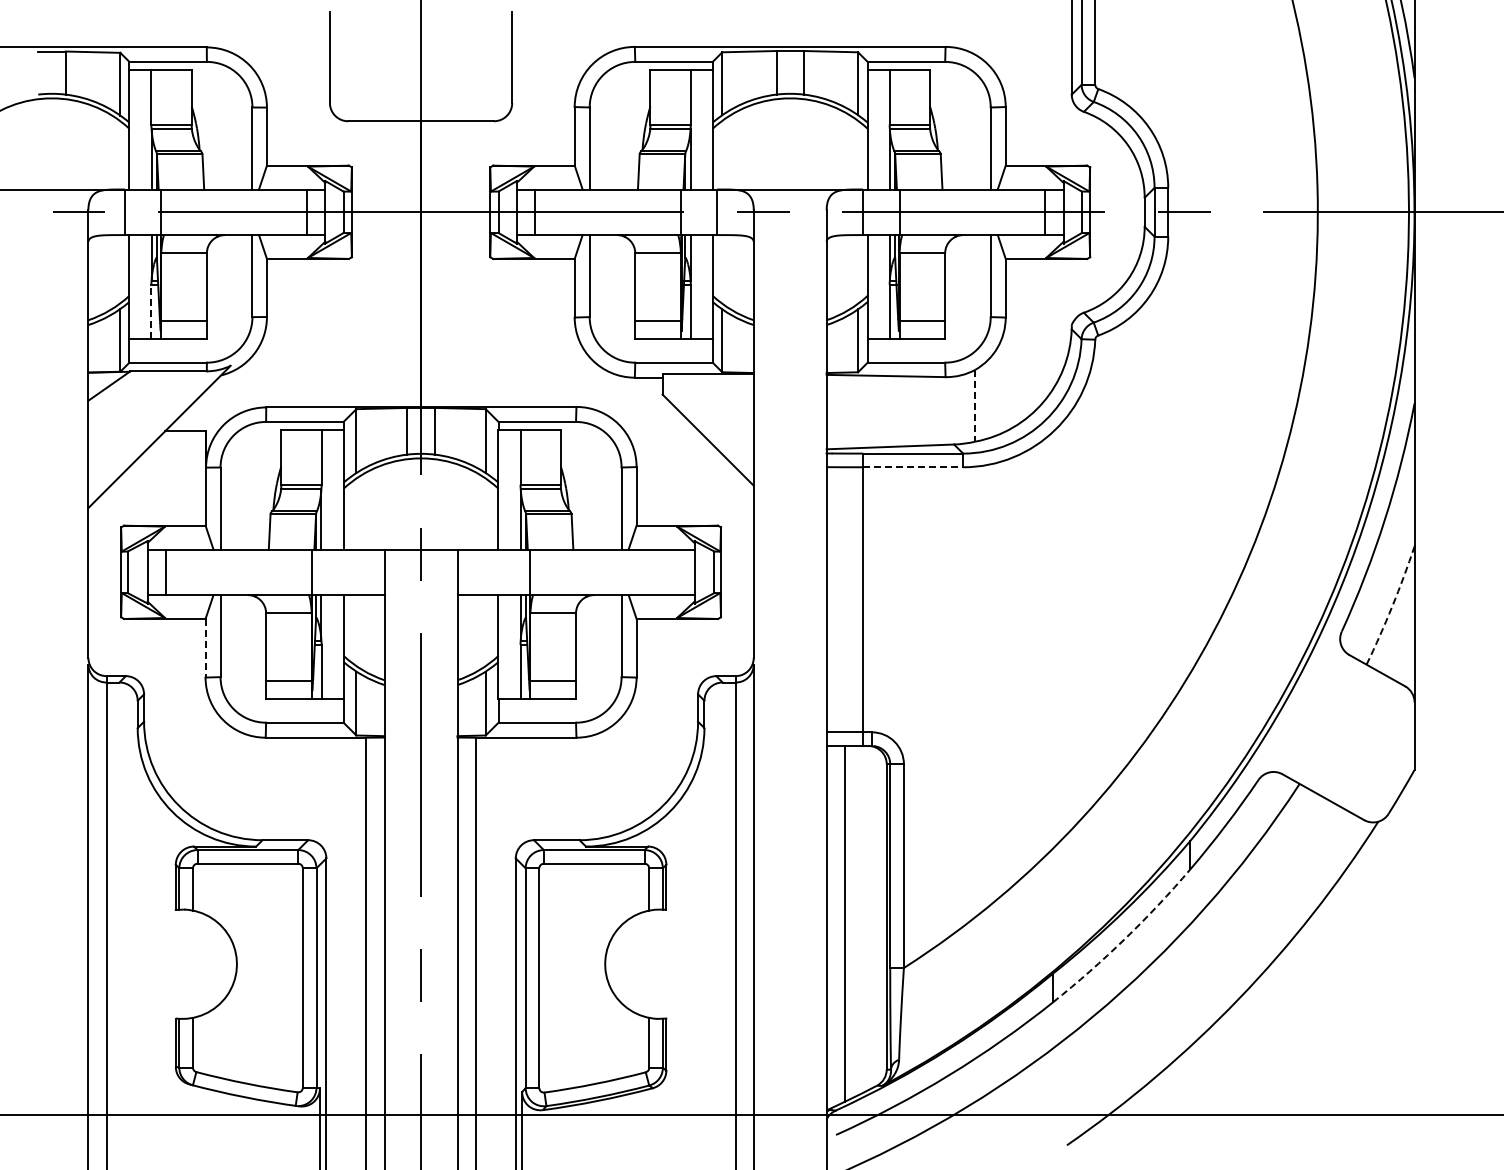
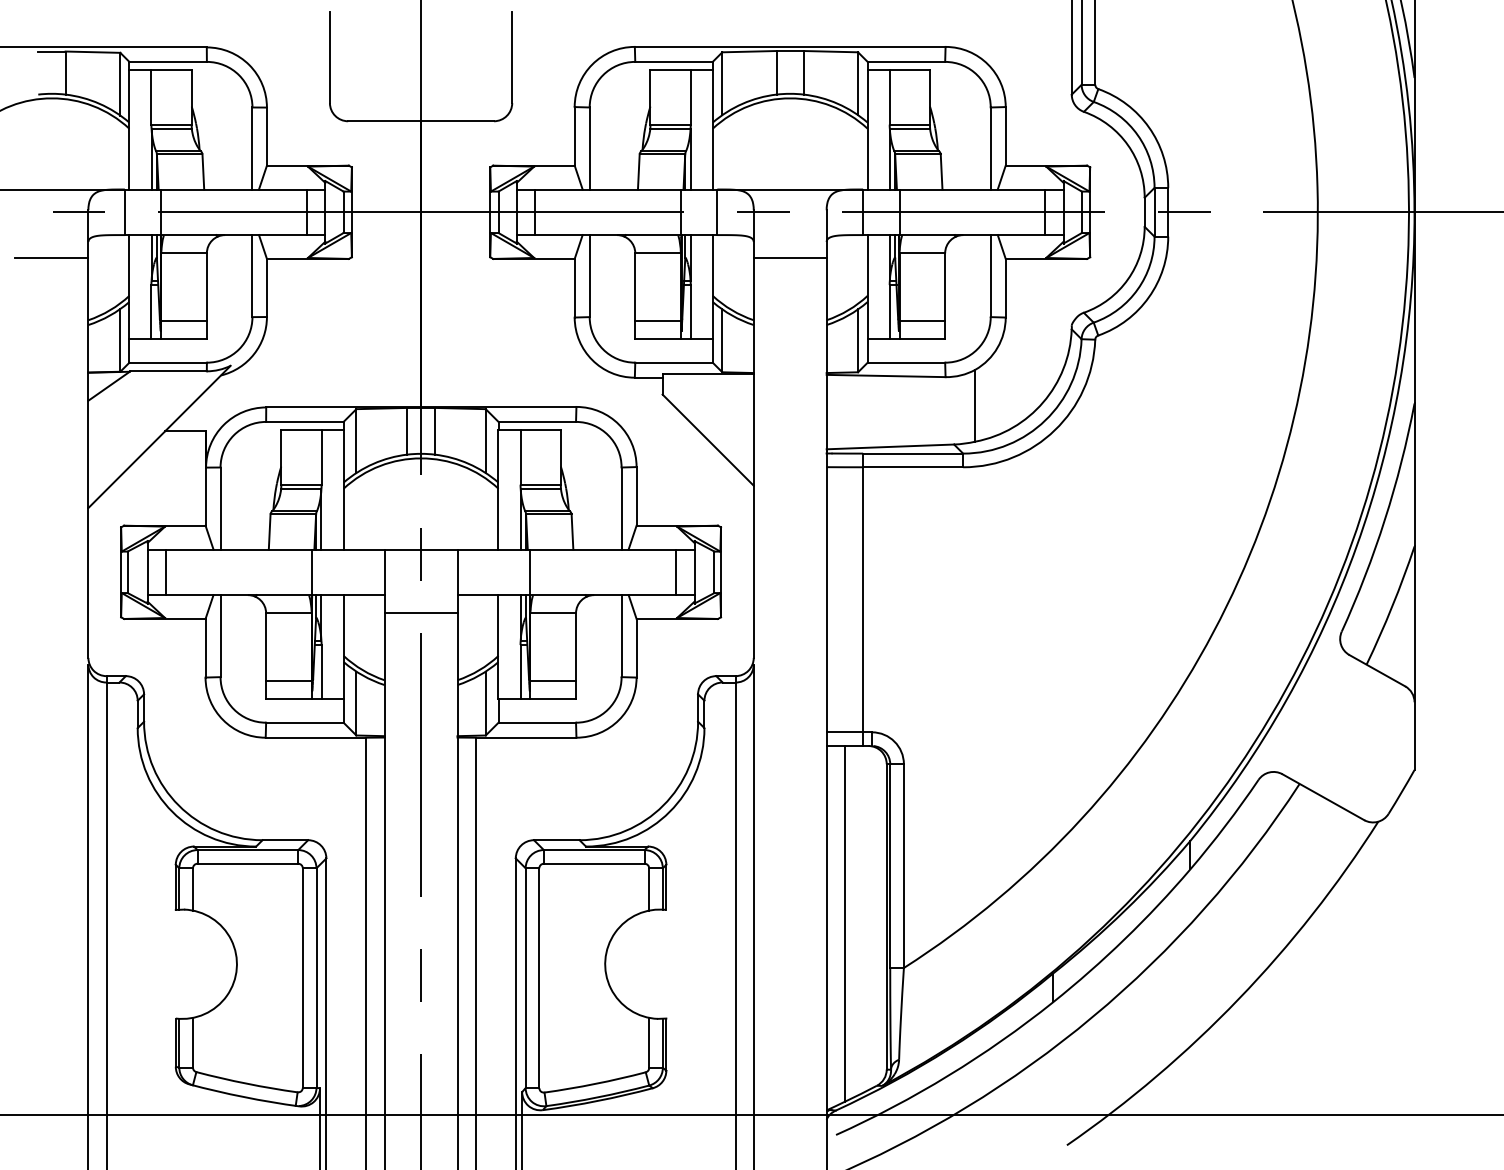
line at (51, 257): none -> present
line at (789, 257): none -> present
line at (151, 311): dashed -> solid
line at (975, 405): dashed -> solid
line at (913, 467): dashed -> solid
line at (676, 572): none -> present
arc at (1392, 606): dashed -> solid
line at (420, 613): none -> present
line at (205, 648): dashed -> solid
arc at (1124, 939): dashed -> solid
